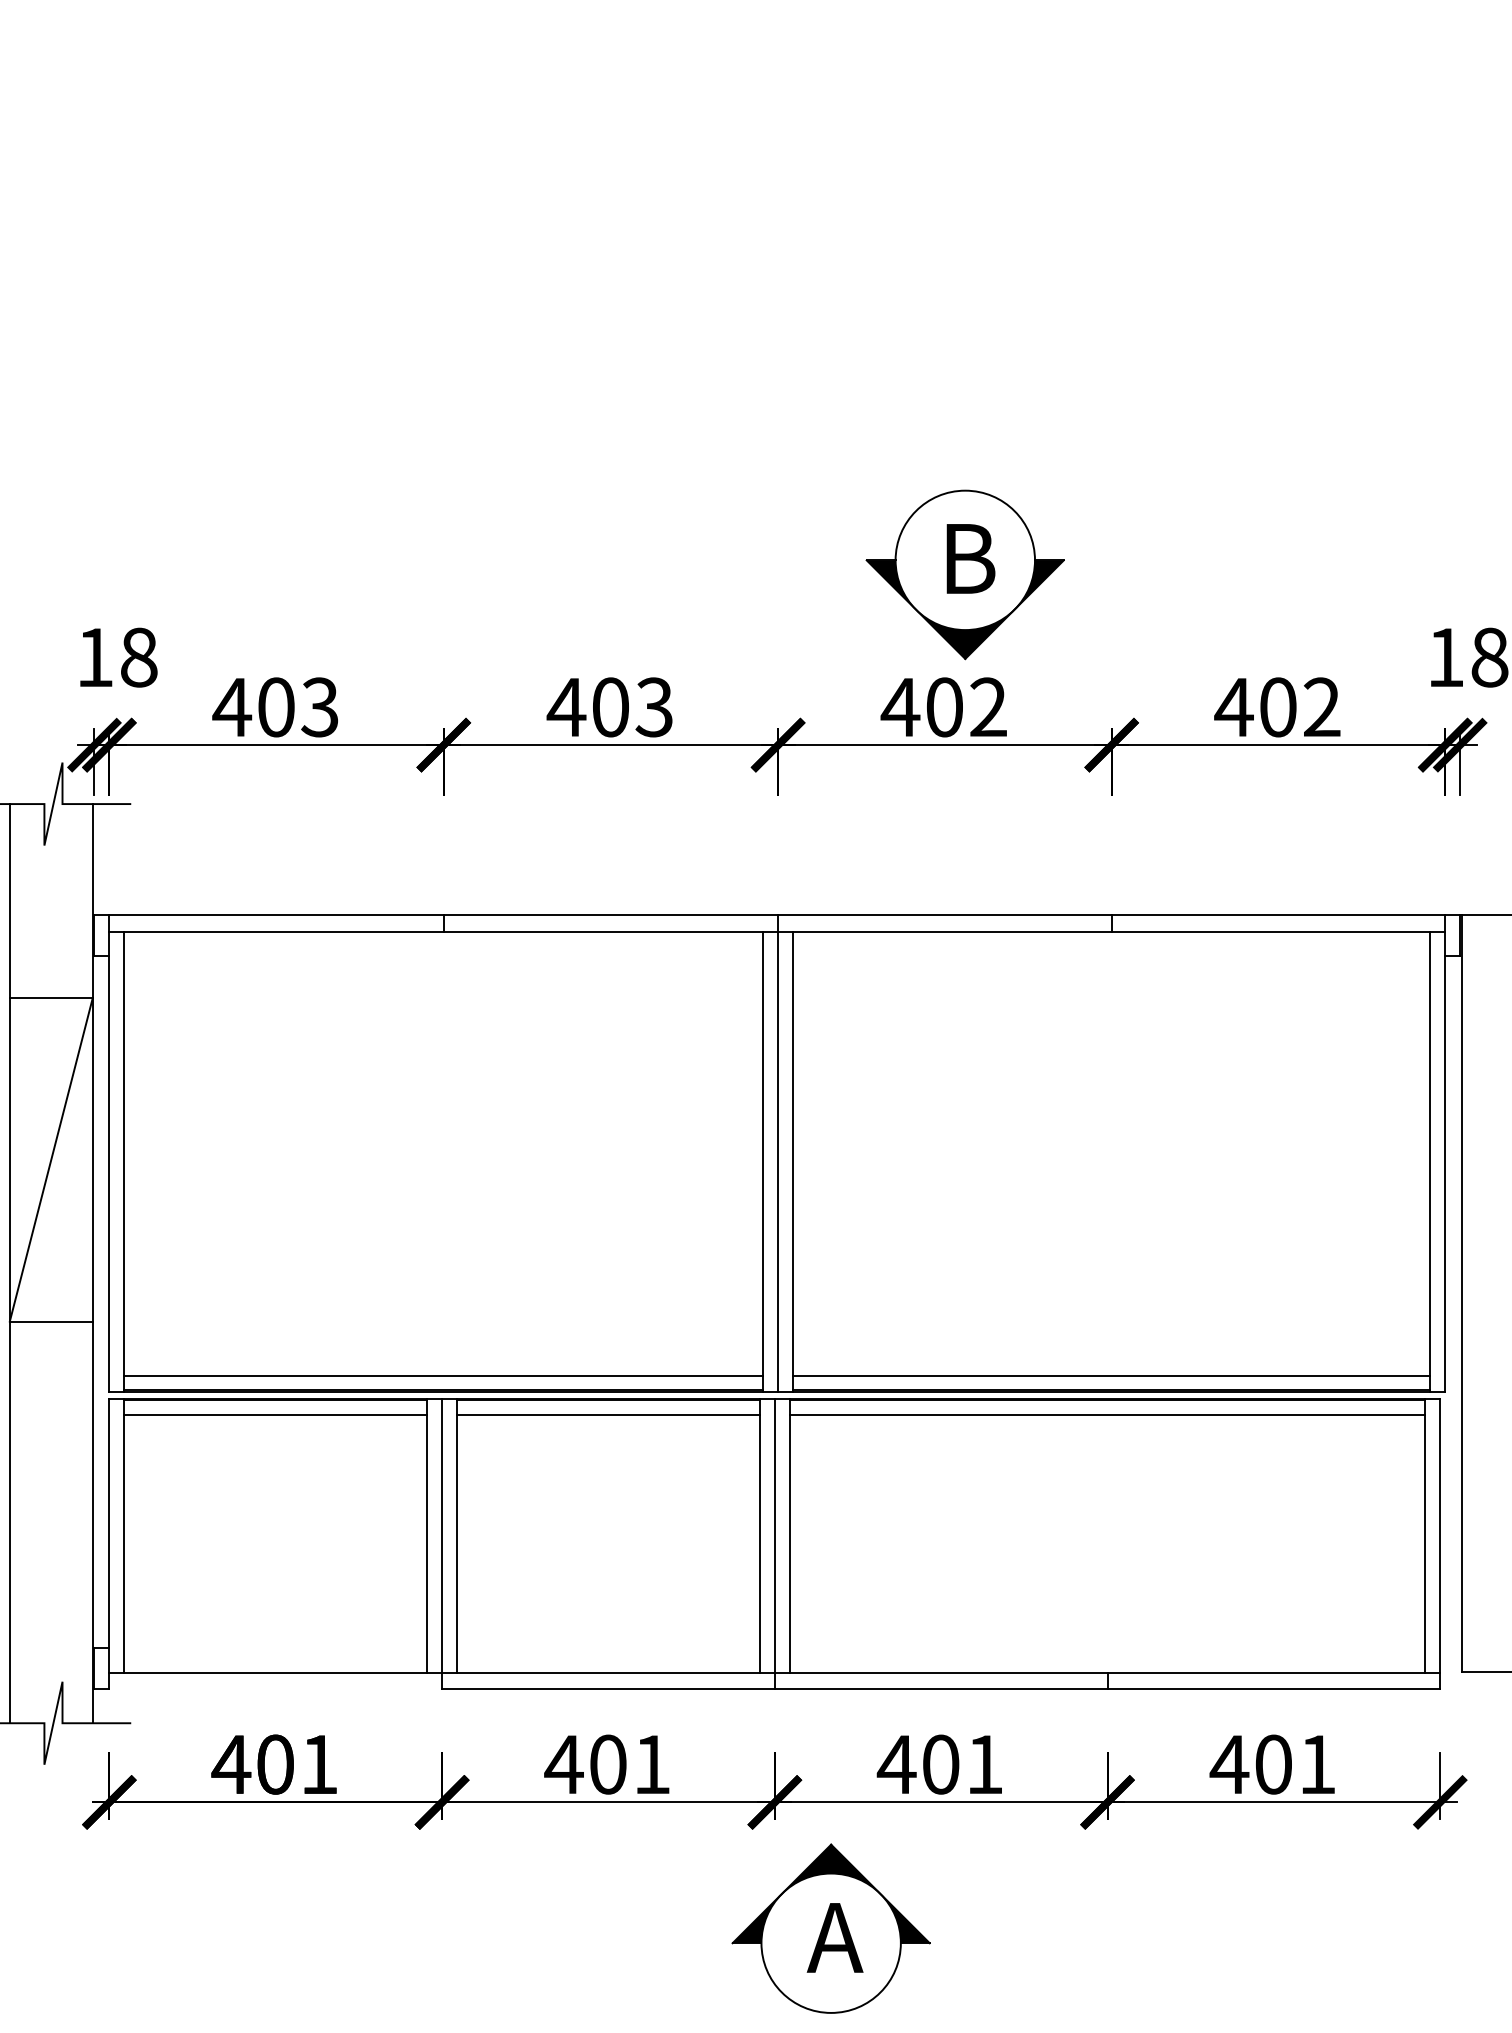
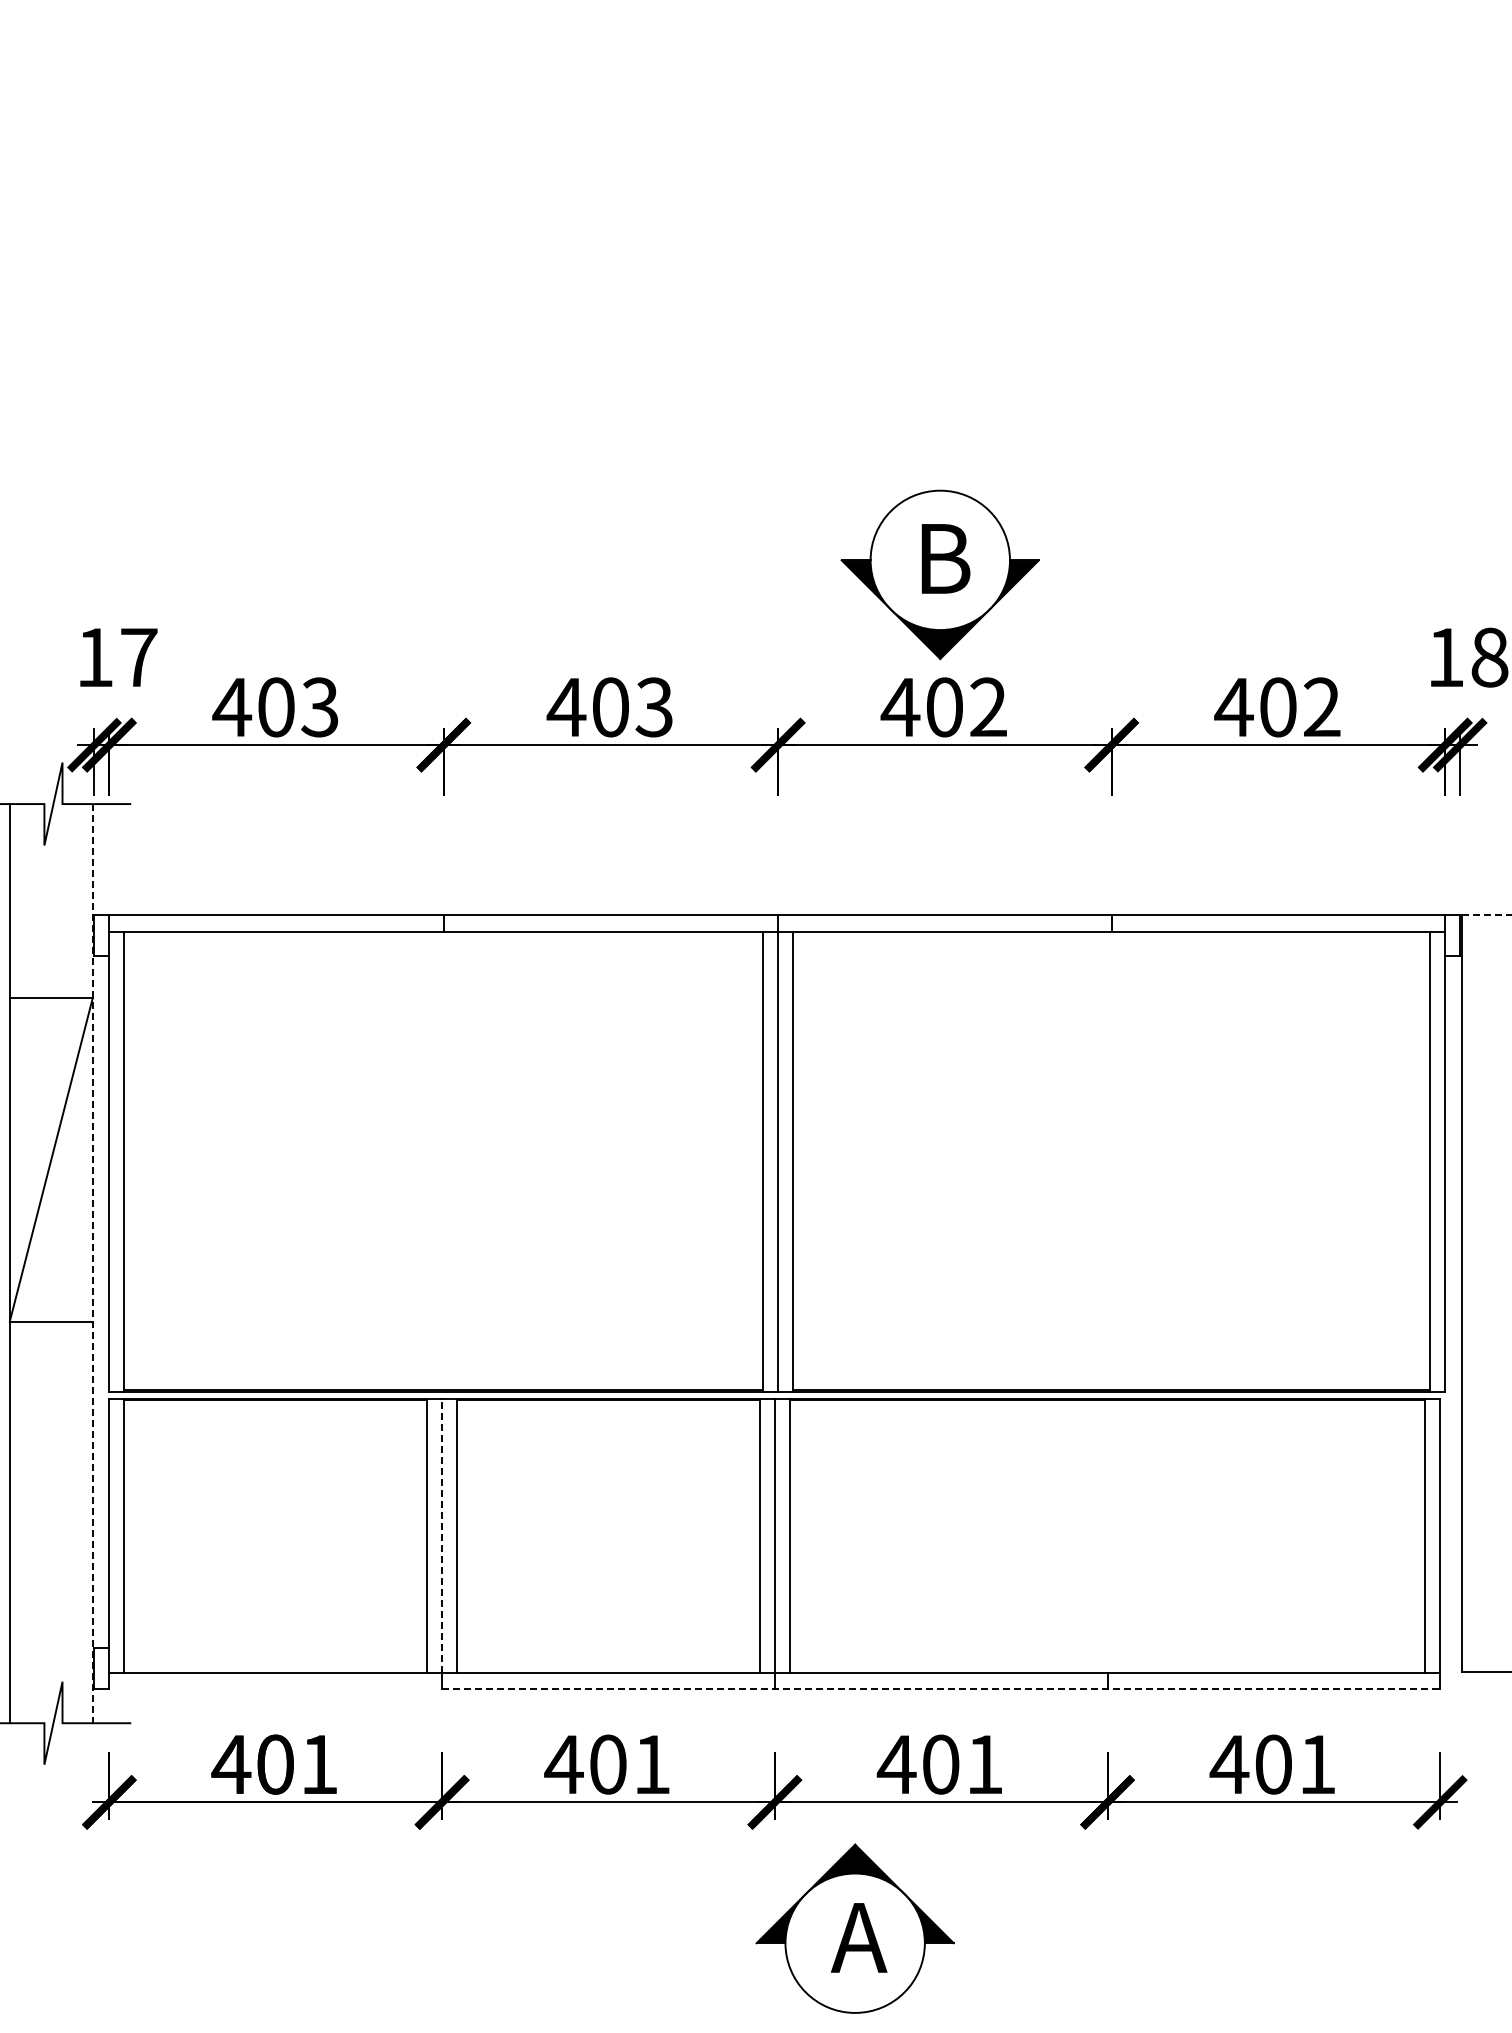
part at (964, 574) position: (964, 574) -> (939, 574)
text at (139, 657): 18 -> 17
line at (1486, 915): solid -> dashed
line at (92, 1263): solid -> dashed
line at (443, 1375): present -> none
line at (1111, 1375): present -> none
line at (275, 1415): present -> none
line at (608, 1415): present -> none
line at (1107, 1415): present -> none
line at (442, 1535): solid -> dashed
line at (941, 1689): solid -> dashed
part at (830, 1928) position: (830, 1928) -> (854, 1928)
